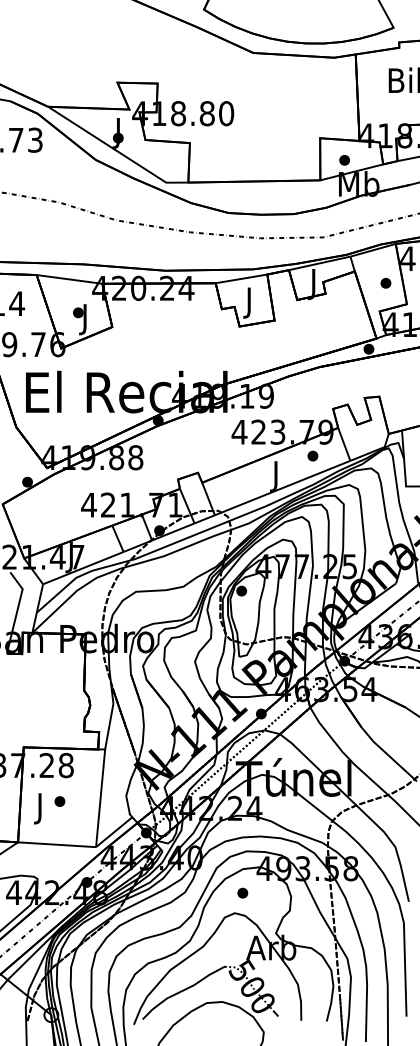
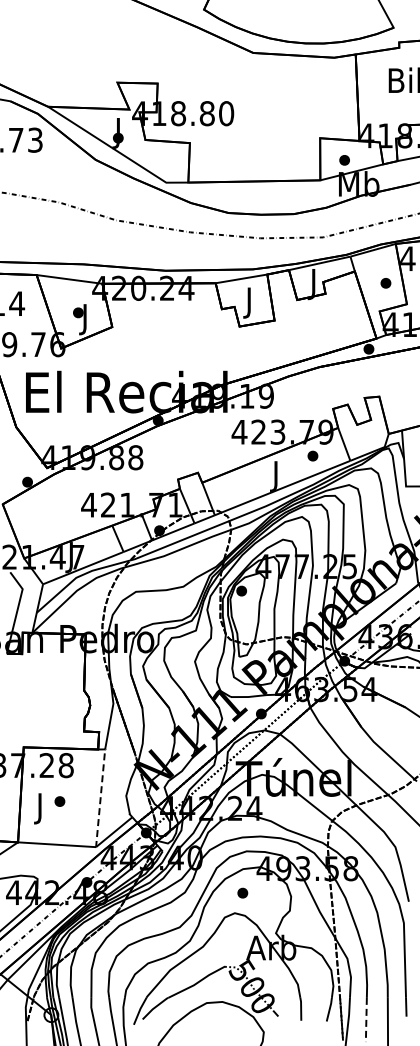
line at (100, 794): solid -> dashed
line at (366, 1020): solid -> dashed
